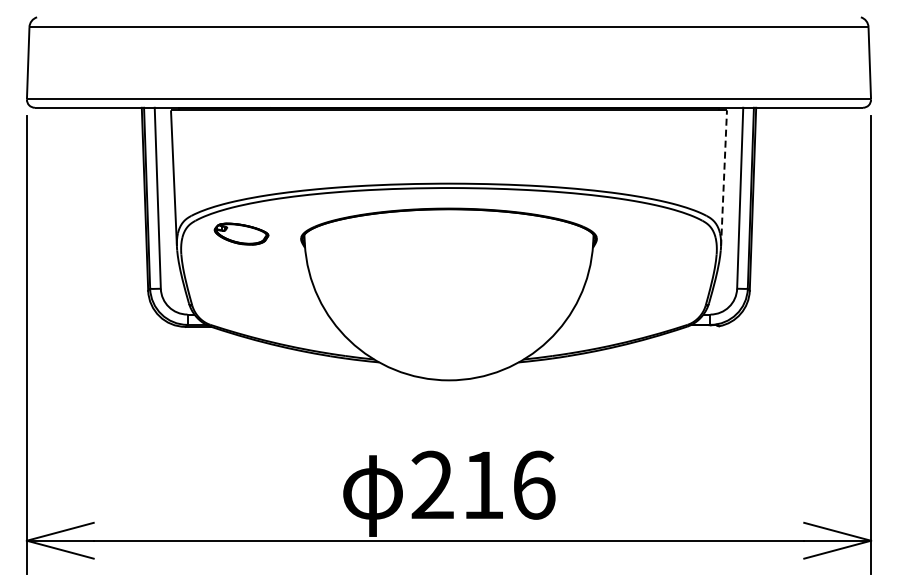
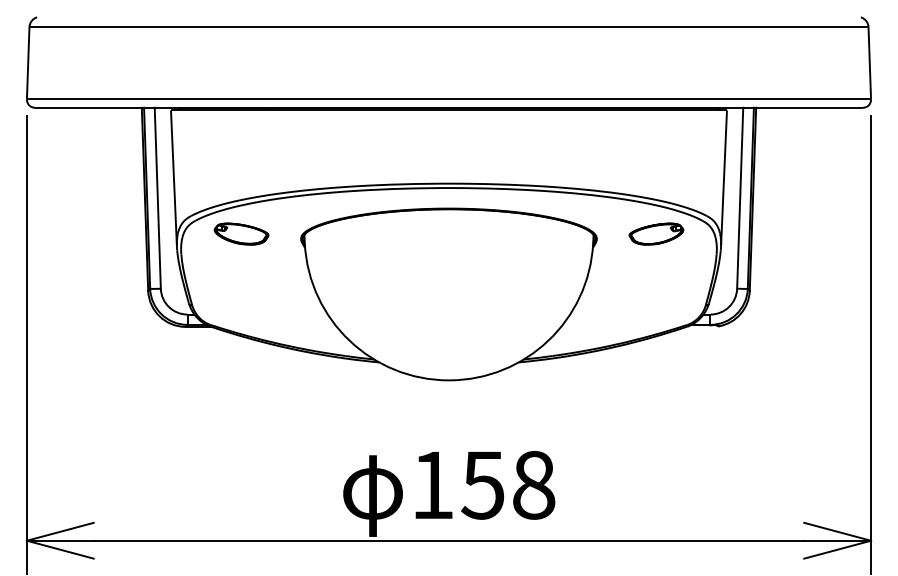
line at (724, 177): dashed -> solid
part at (656, 233): none -> present
text at (483, 484): 216 -> 158
